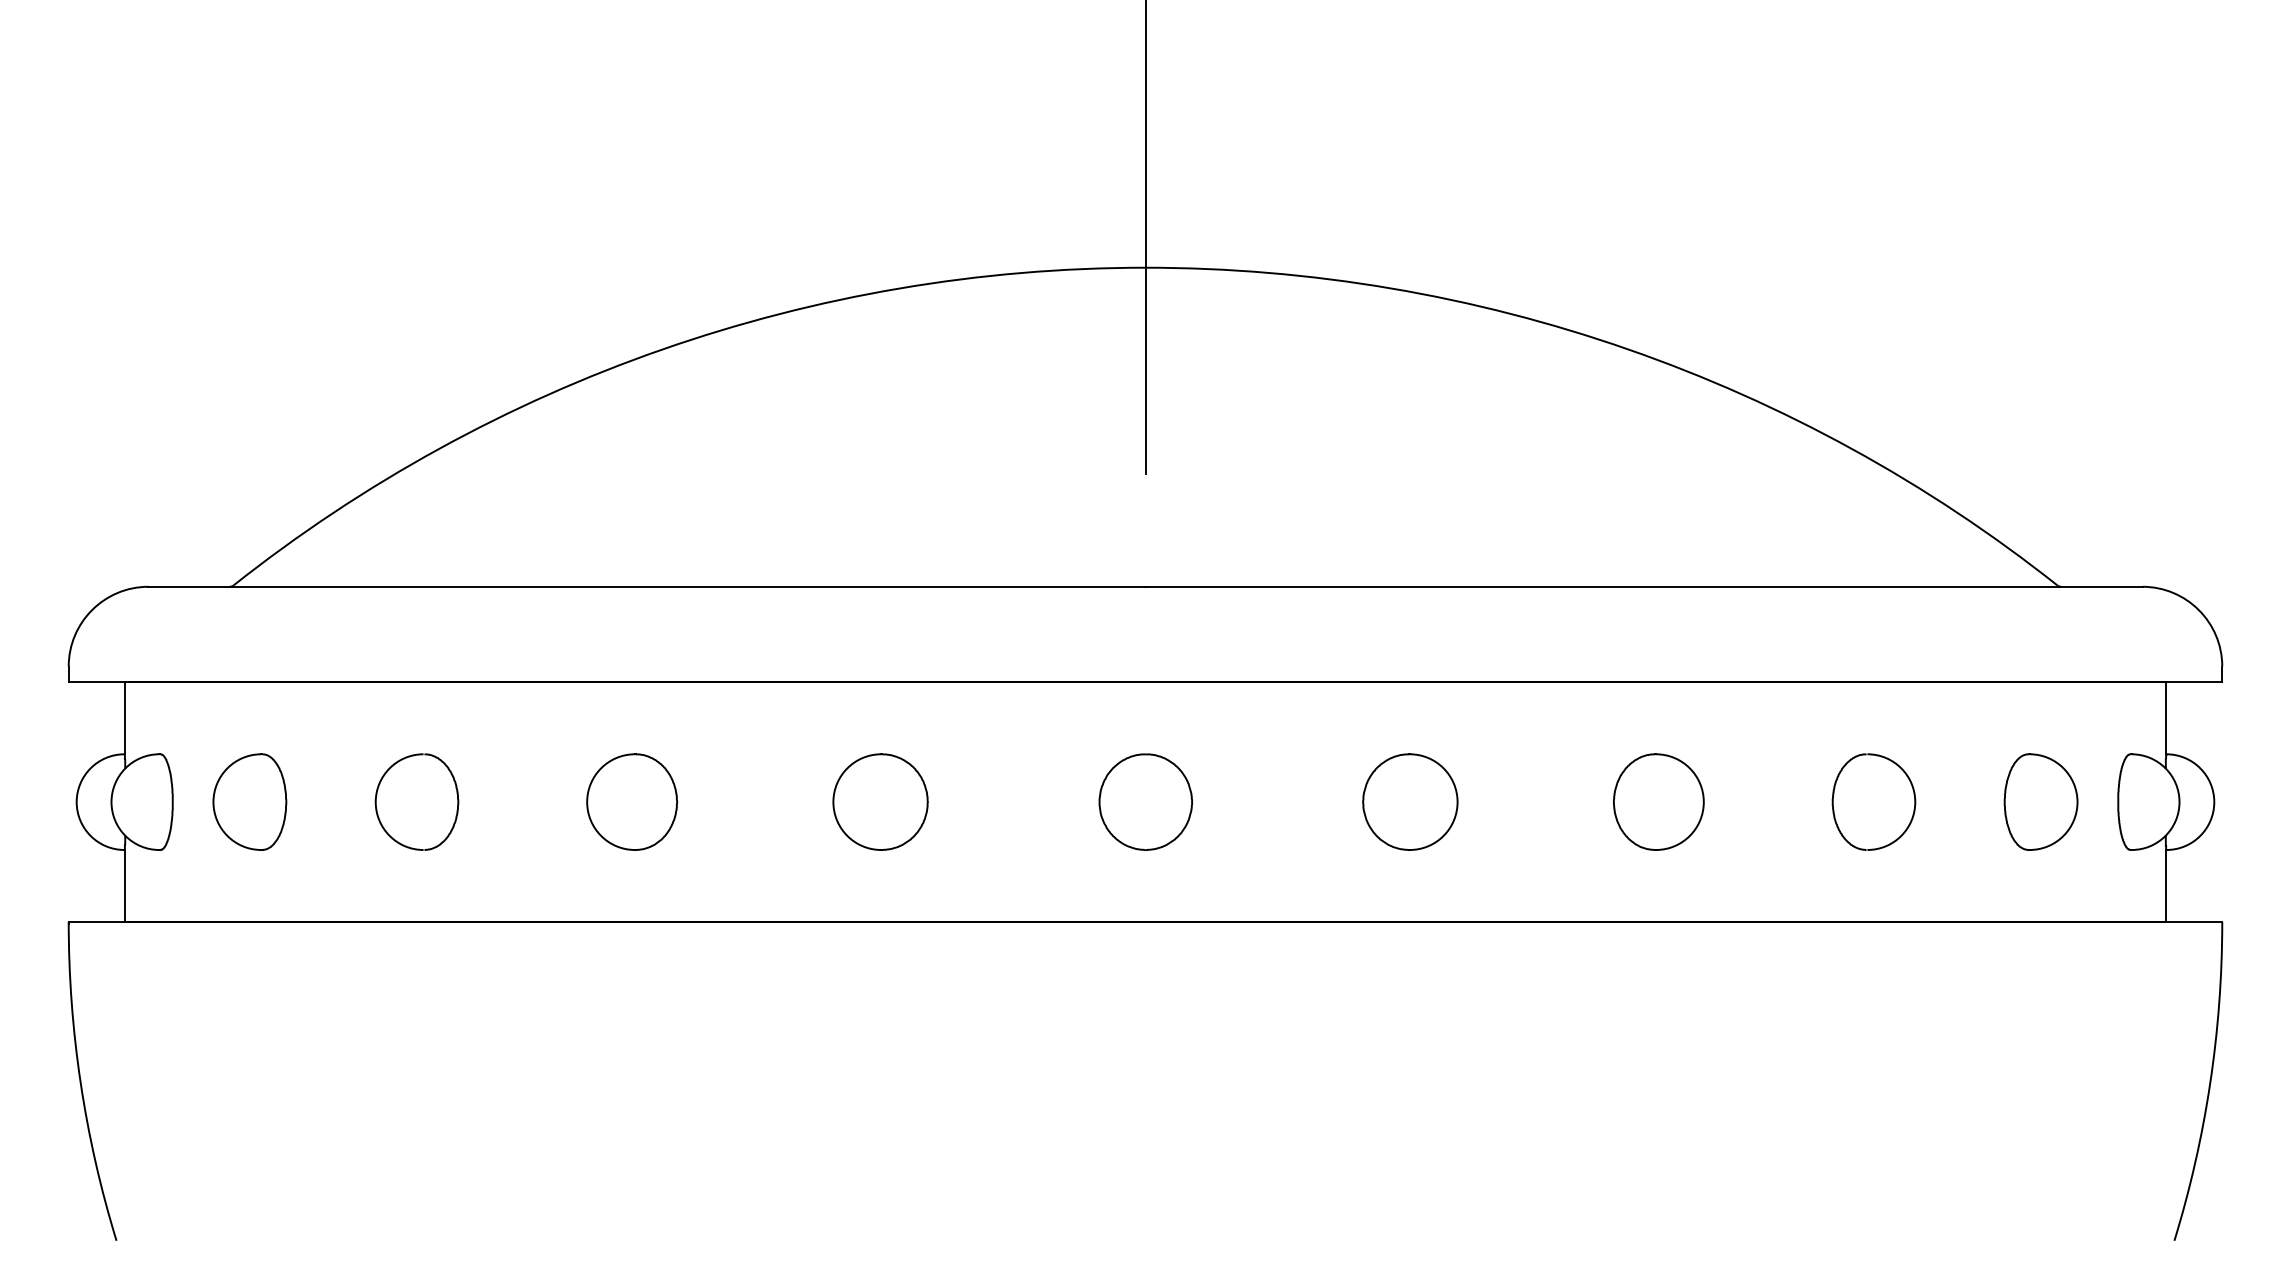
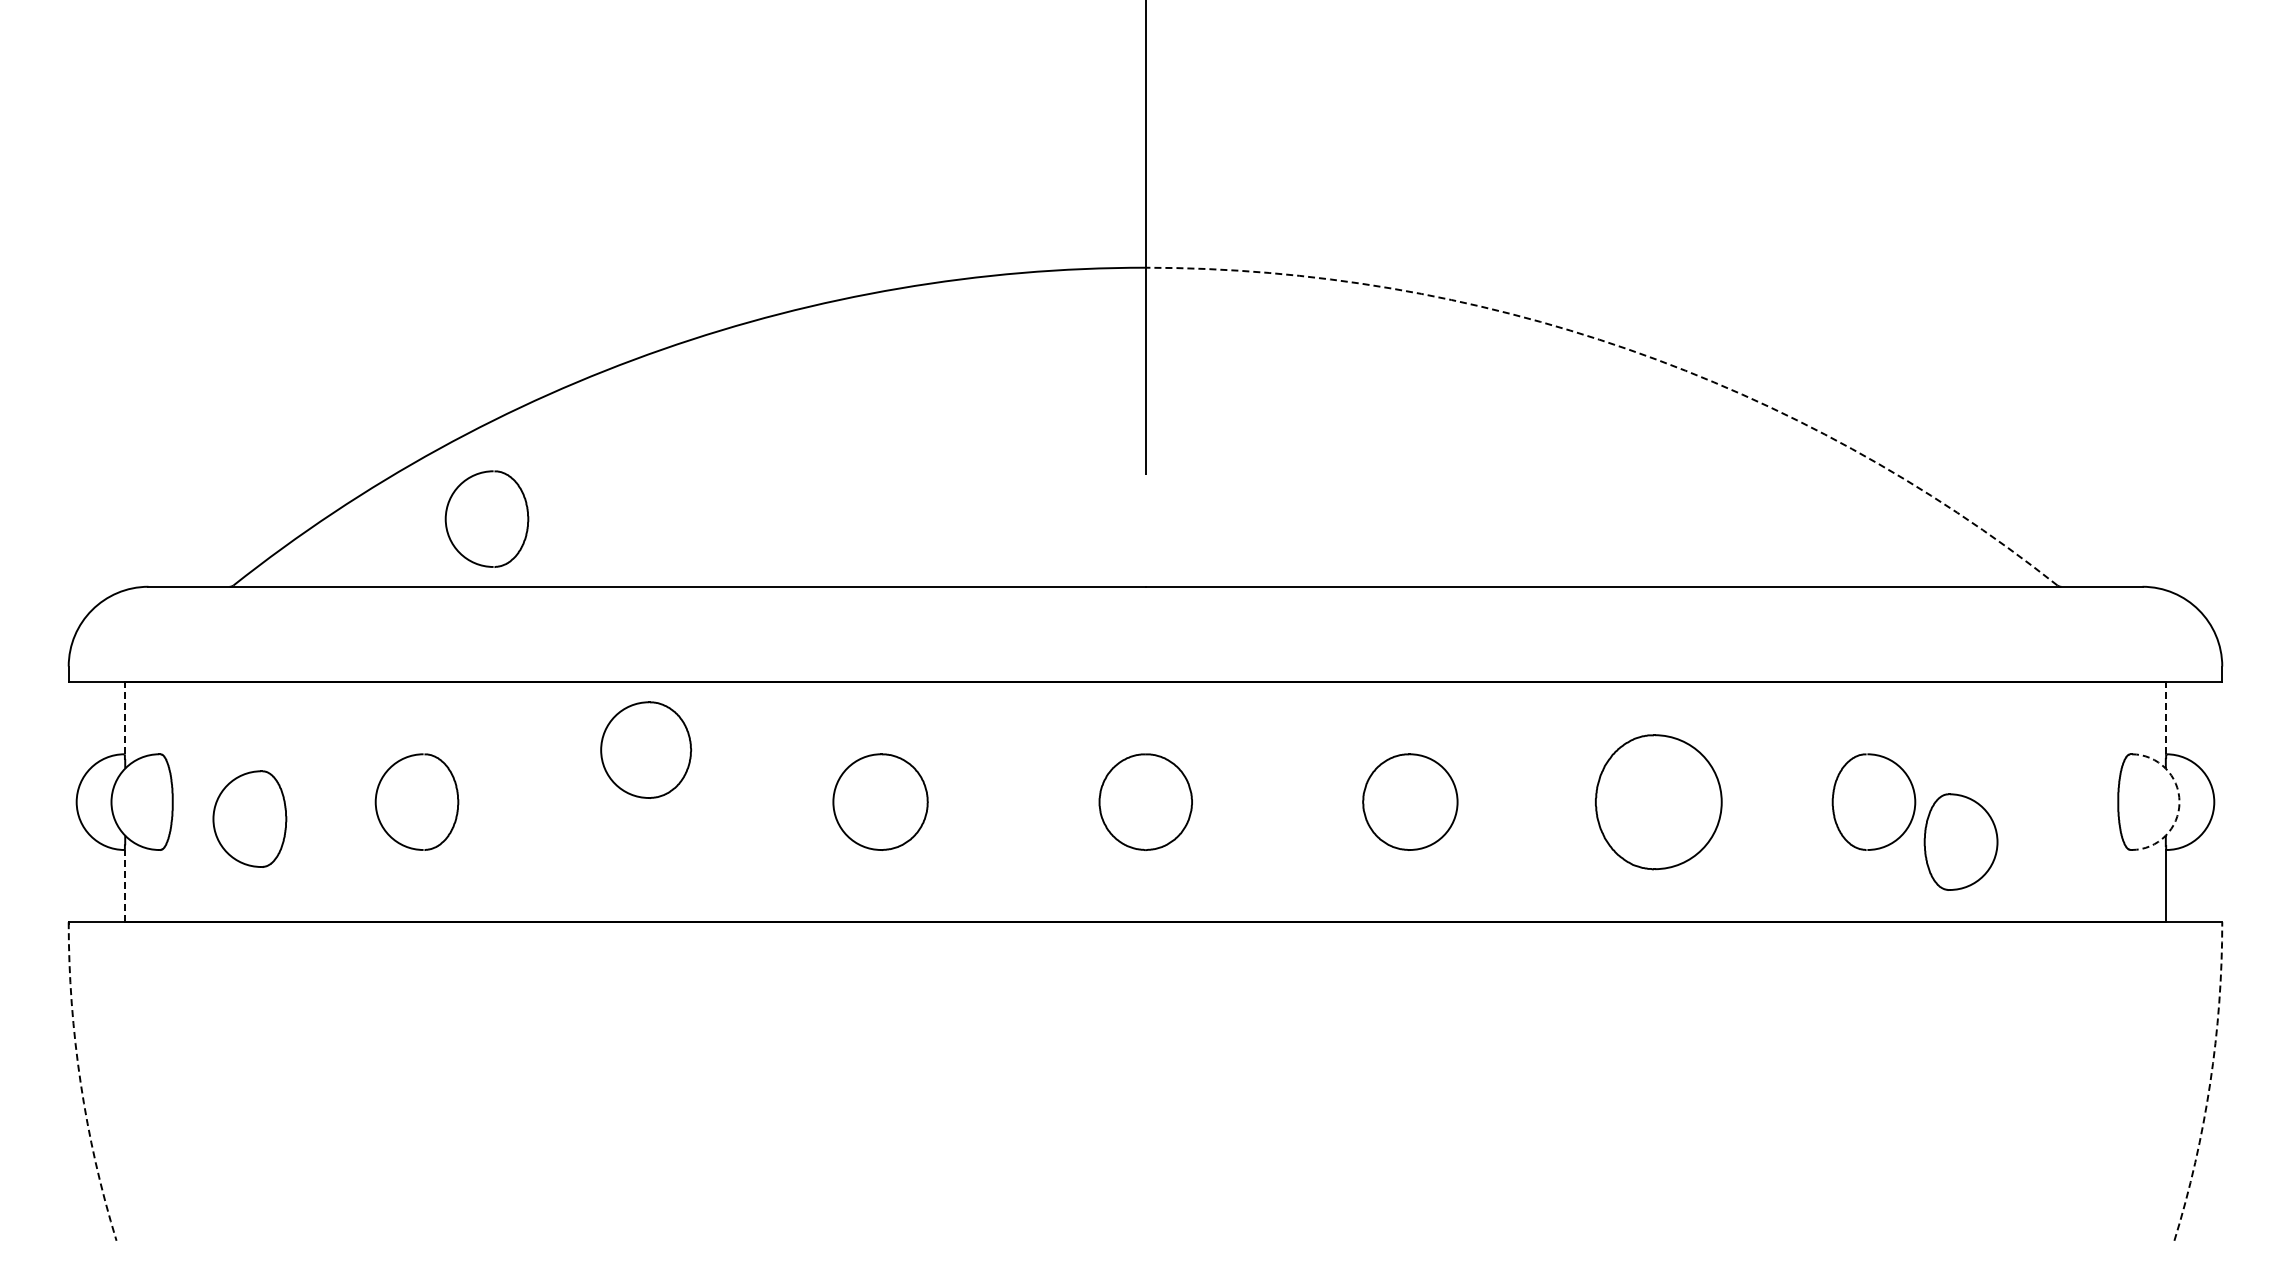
arc at (1628, 349): solid -> dashed
part at (486, 518): none -> present
line at (124, 718): solid -> dashed
line at (2166, 718): solid -> dashed
part at (249, 801) position: (249, 801) -> (249, 818)
part at (632, 801) position: (632, 801) -> (646, 749)
part at (1658, 801) size: 92x98 px -> 128x137 px
part at (2040, 801) position: (2040, 801) -> (1960, 841)
arc at (2179, 802): solid -> dashed
line at (124, 885): solid -> dashed
arc at (80, 1083): solid -> dashed
arc at (2210, 1083): solid -> dashed
